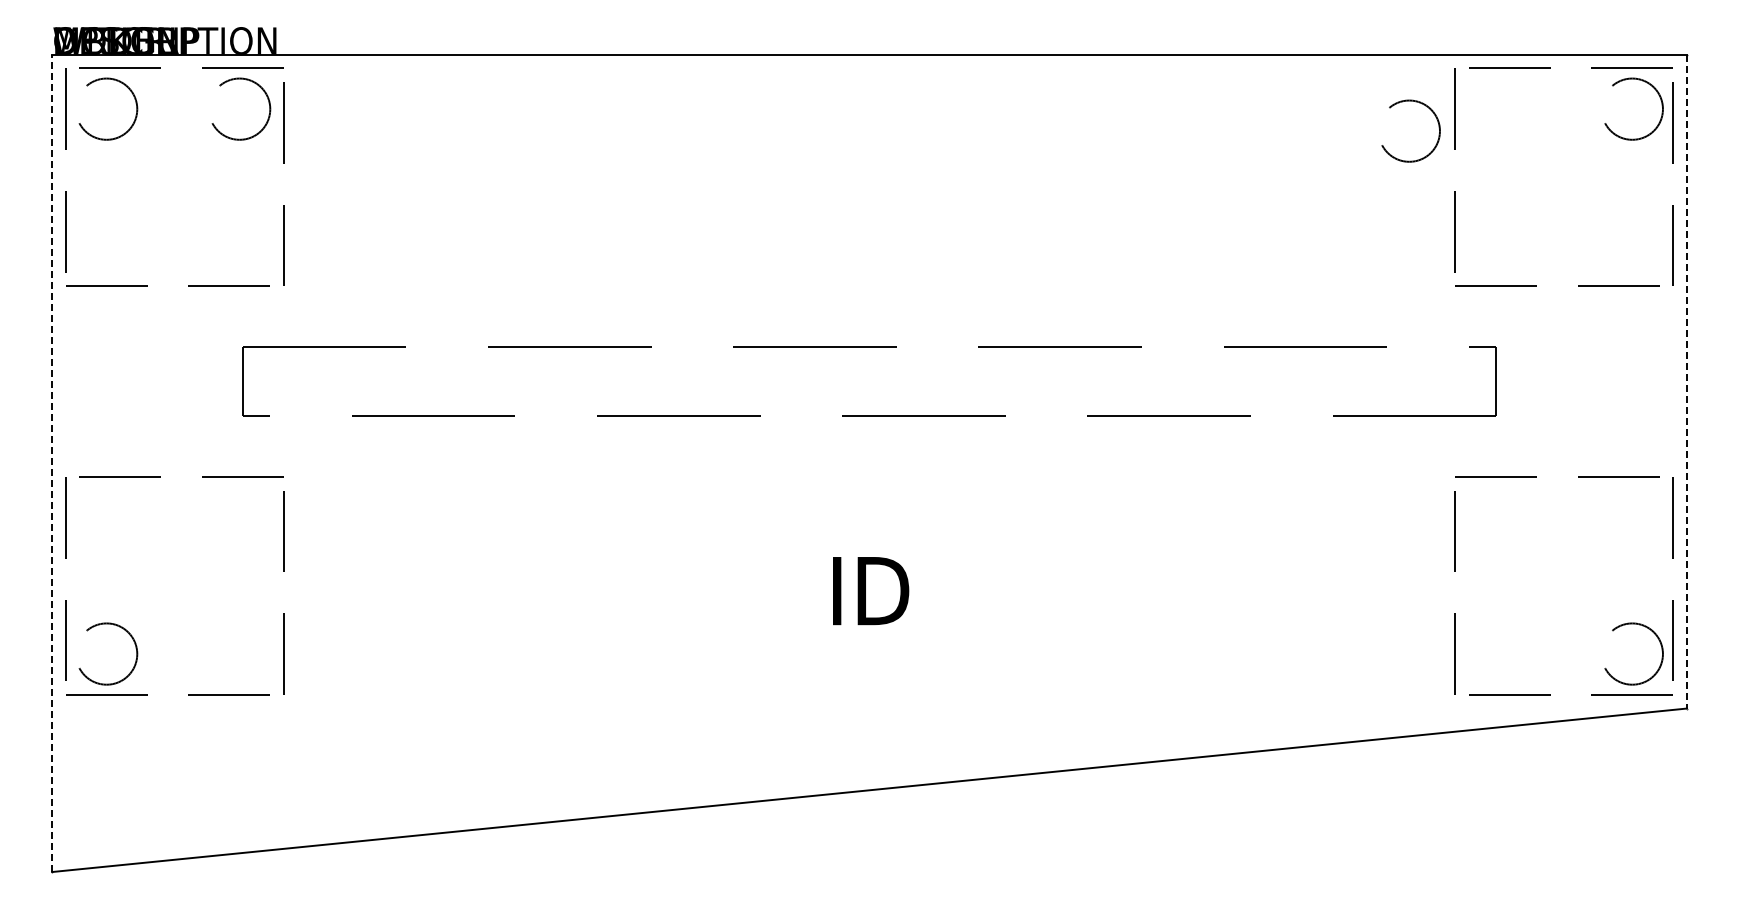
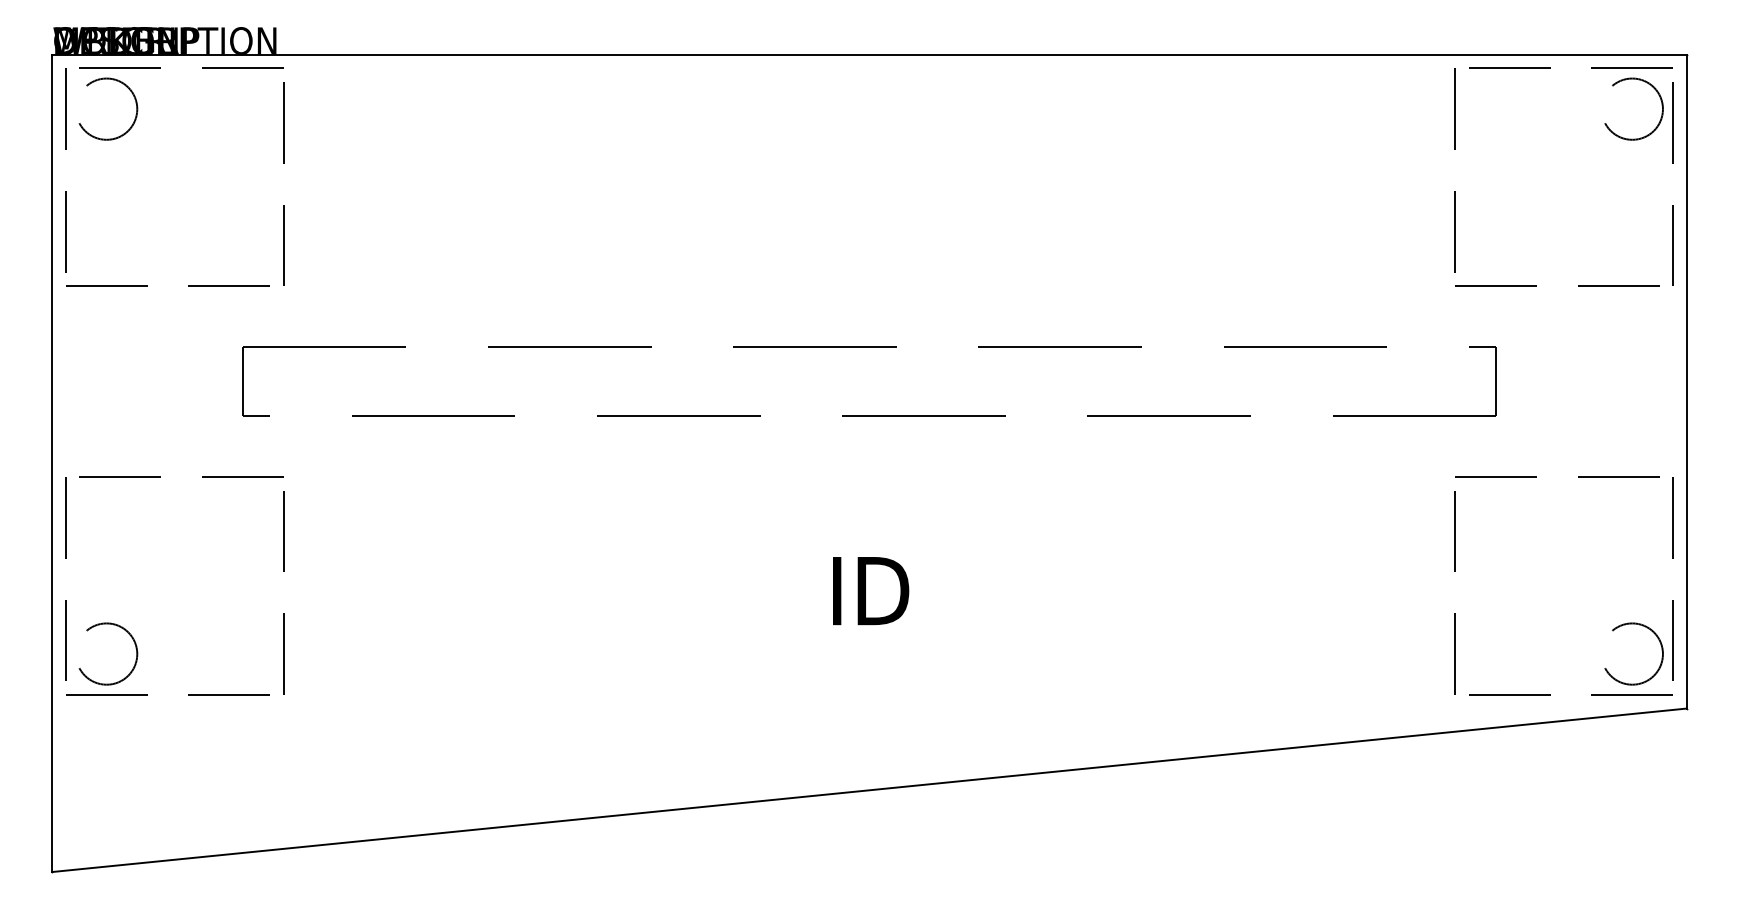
circle at (241, 108): present -> none
circle at (1410, 130): present -> none
line at (1686, 381): dashed -> solid
line at (52, 463): dashed -> solid
